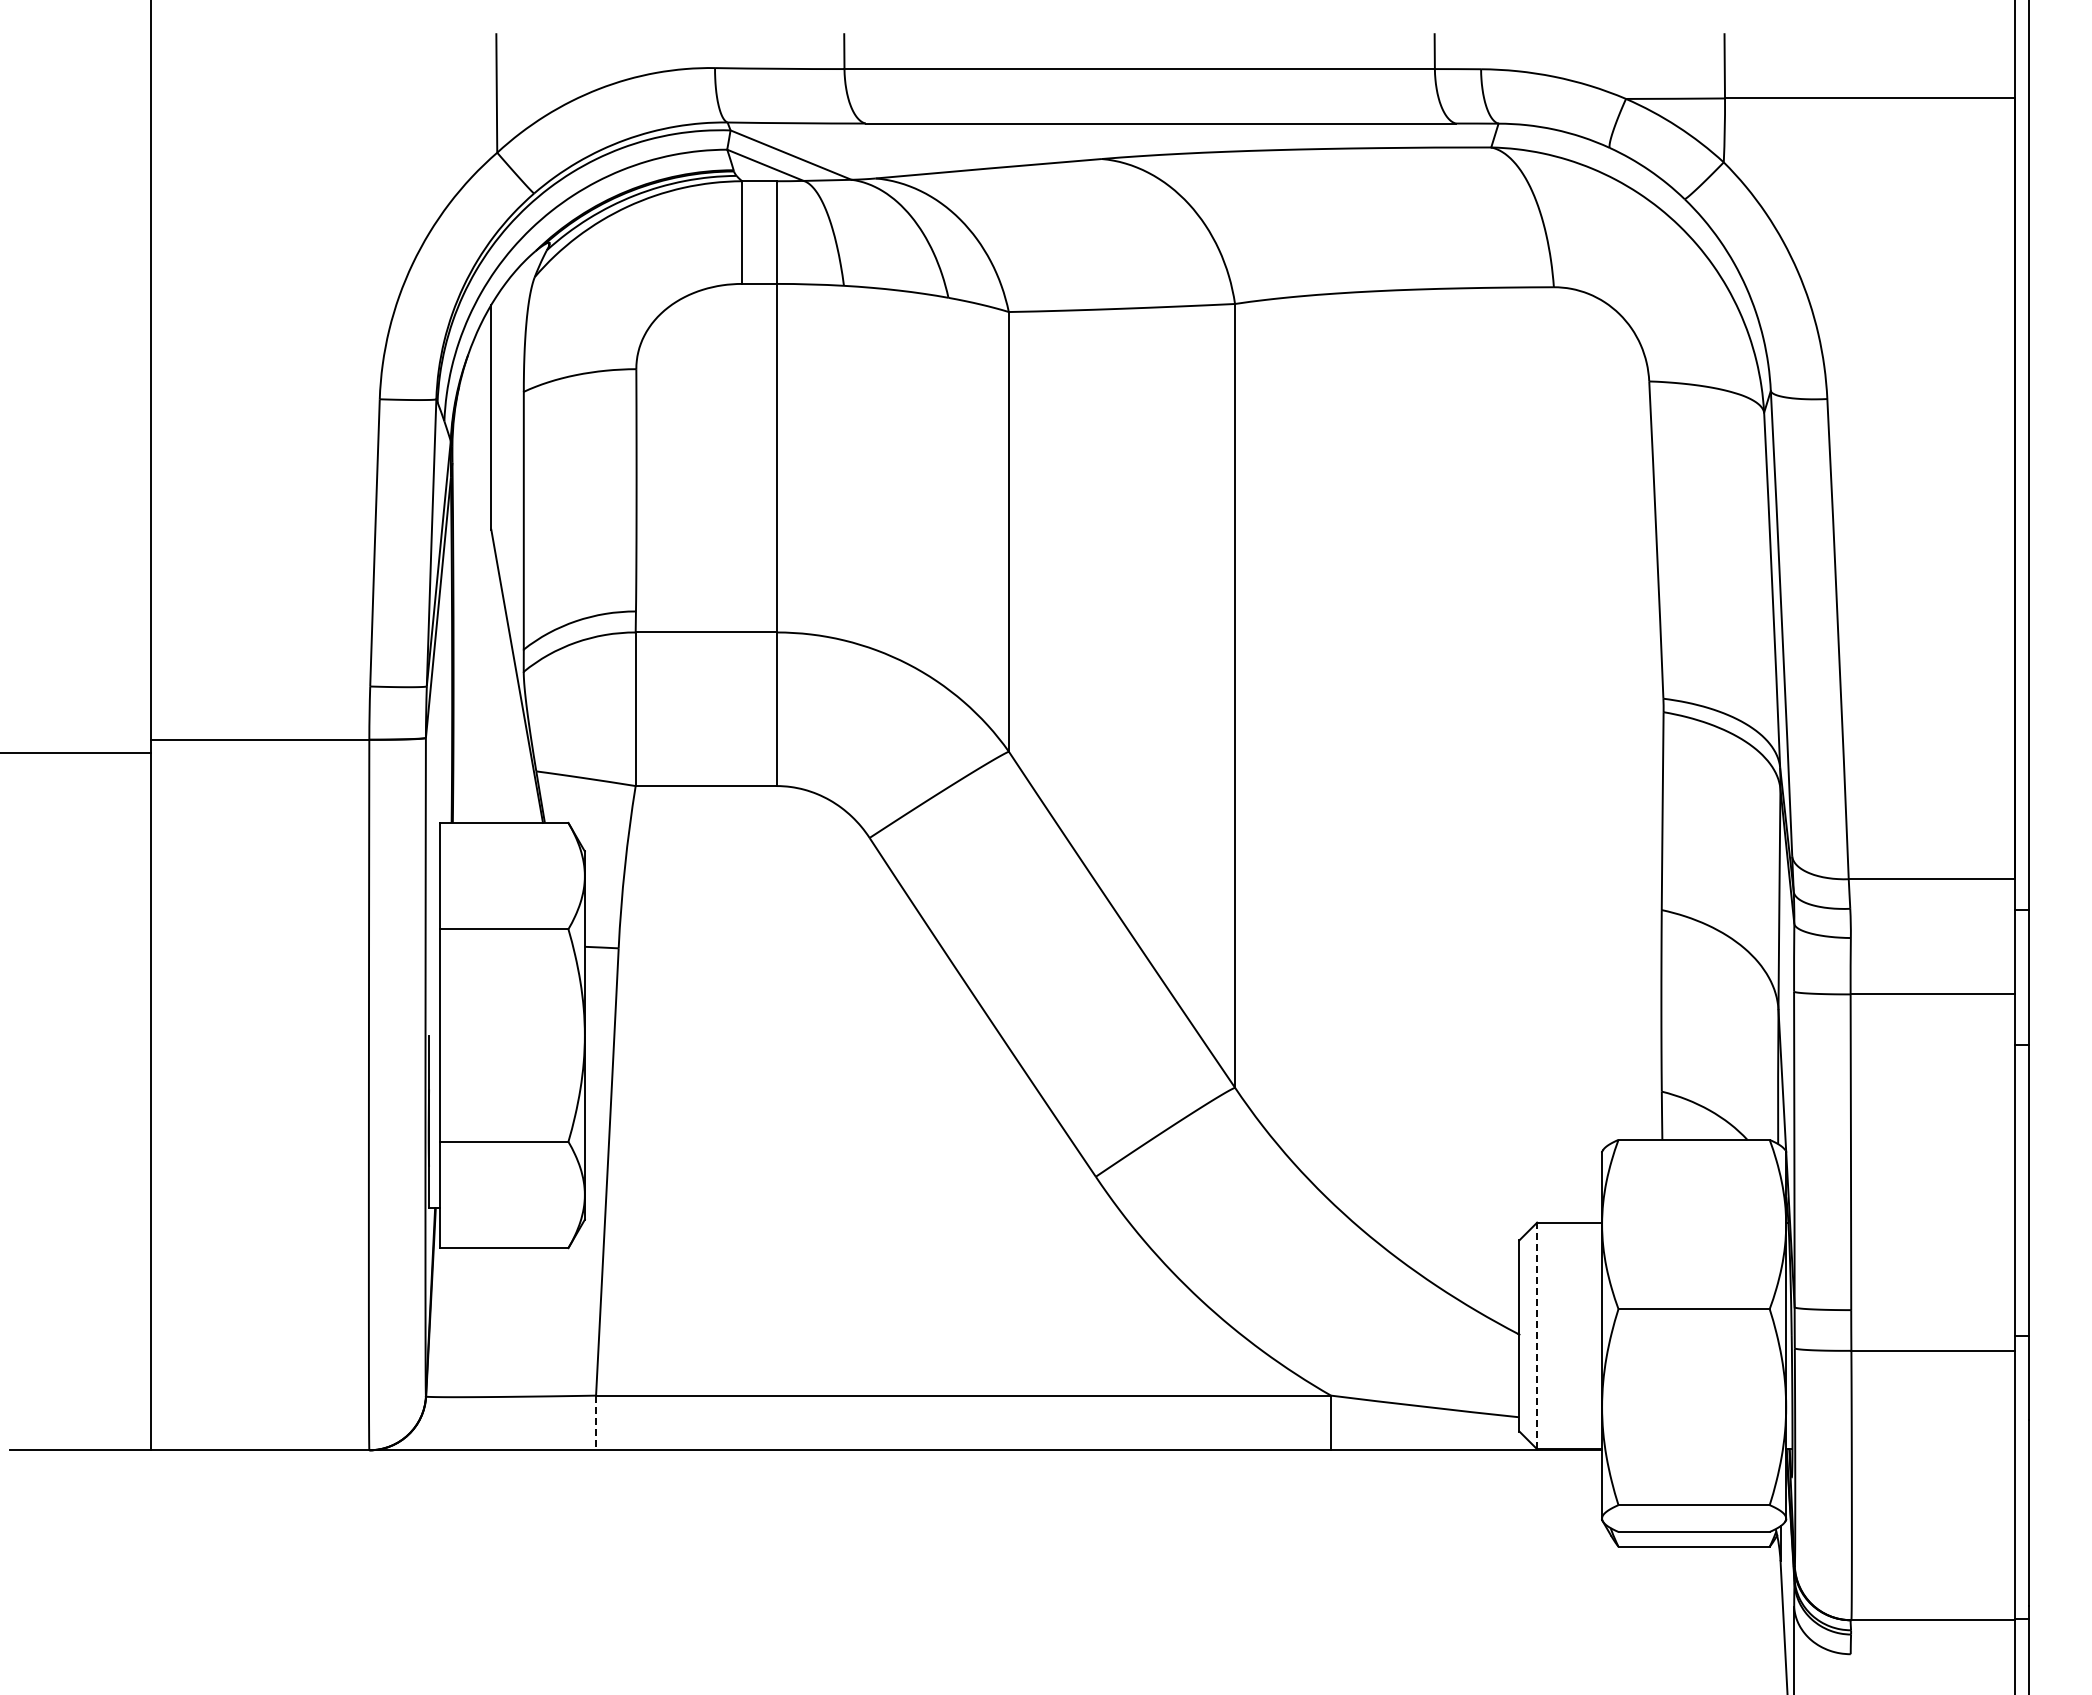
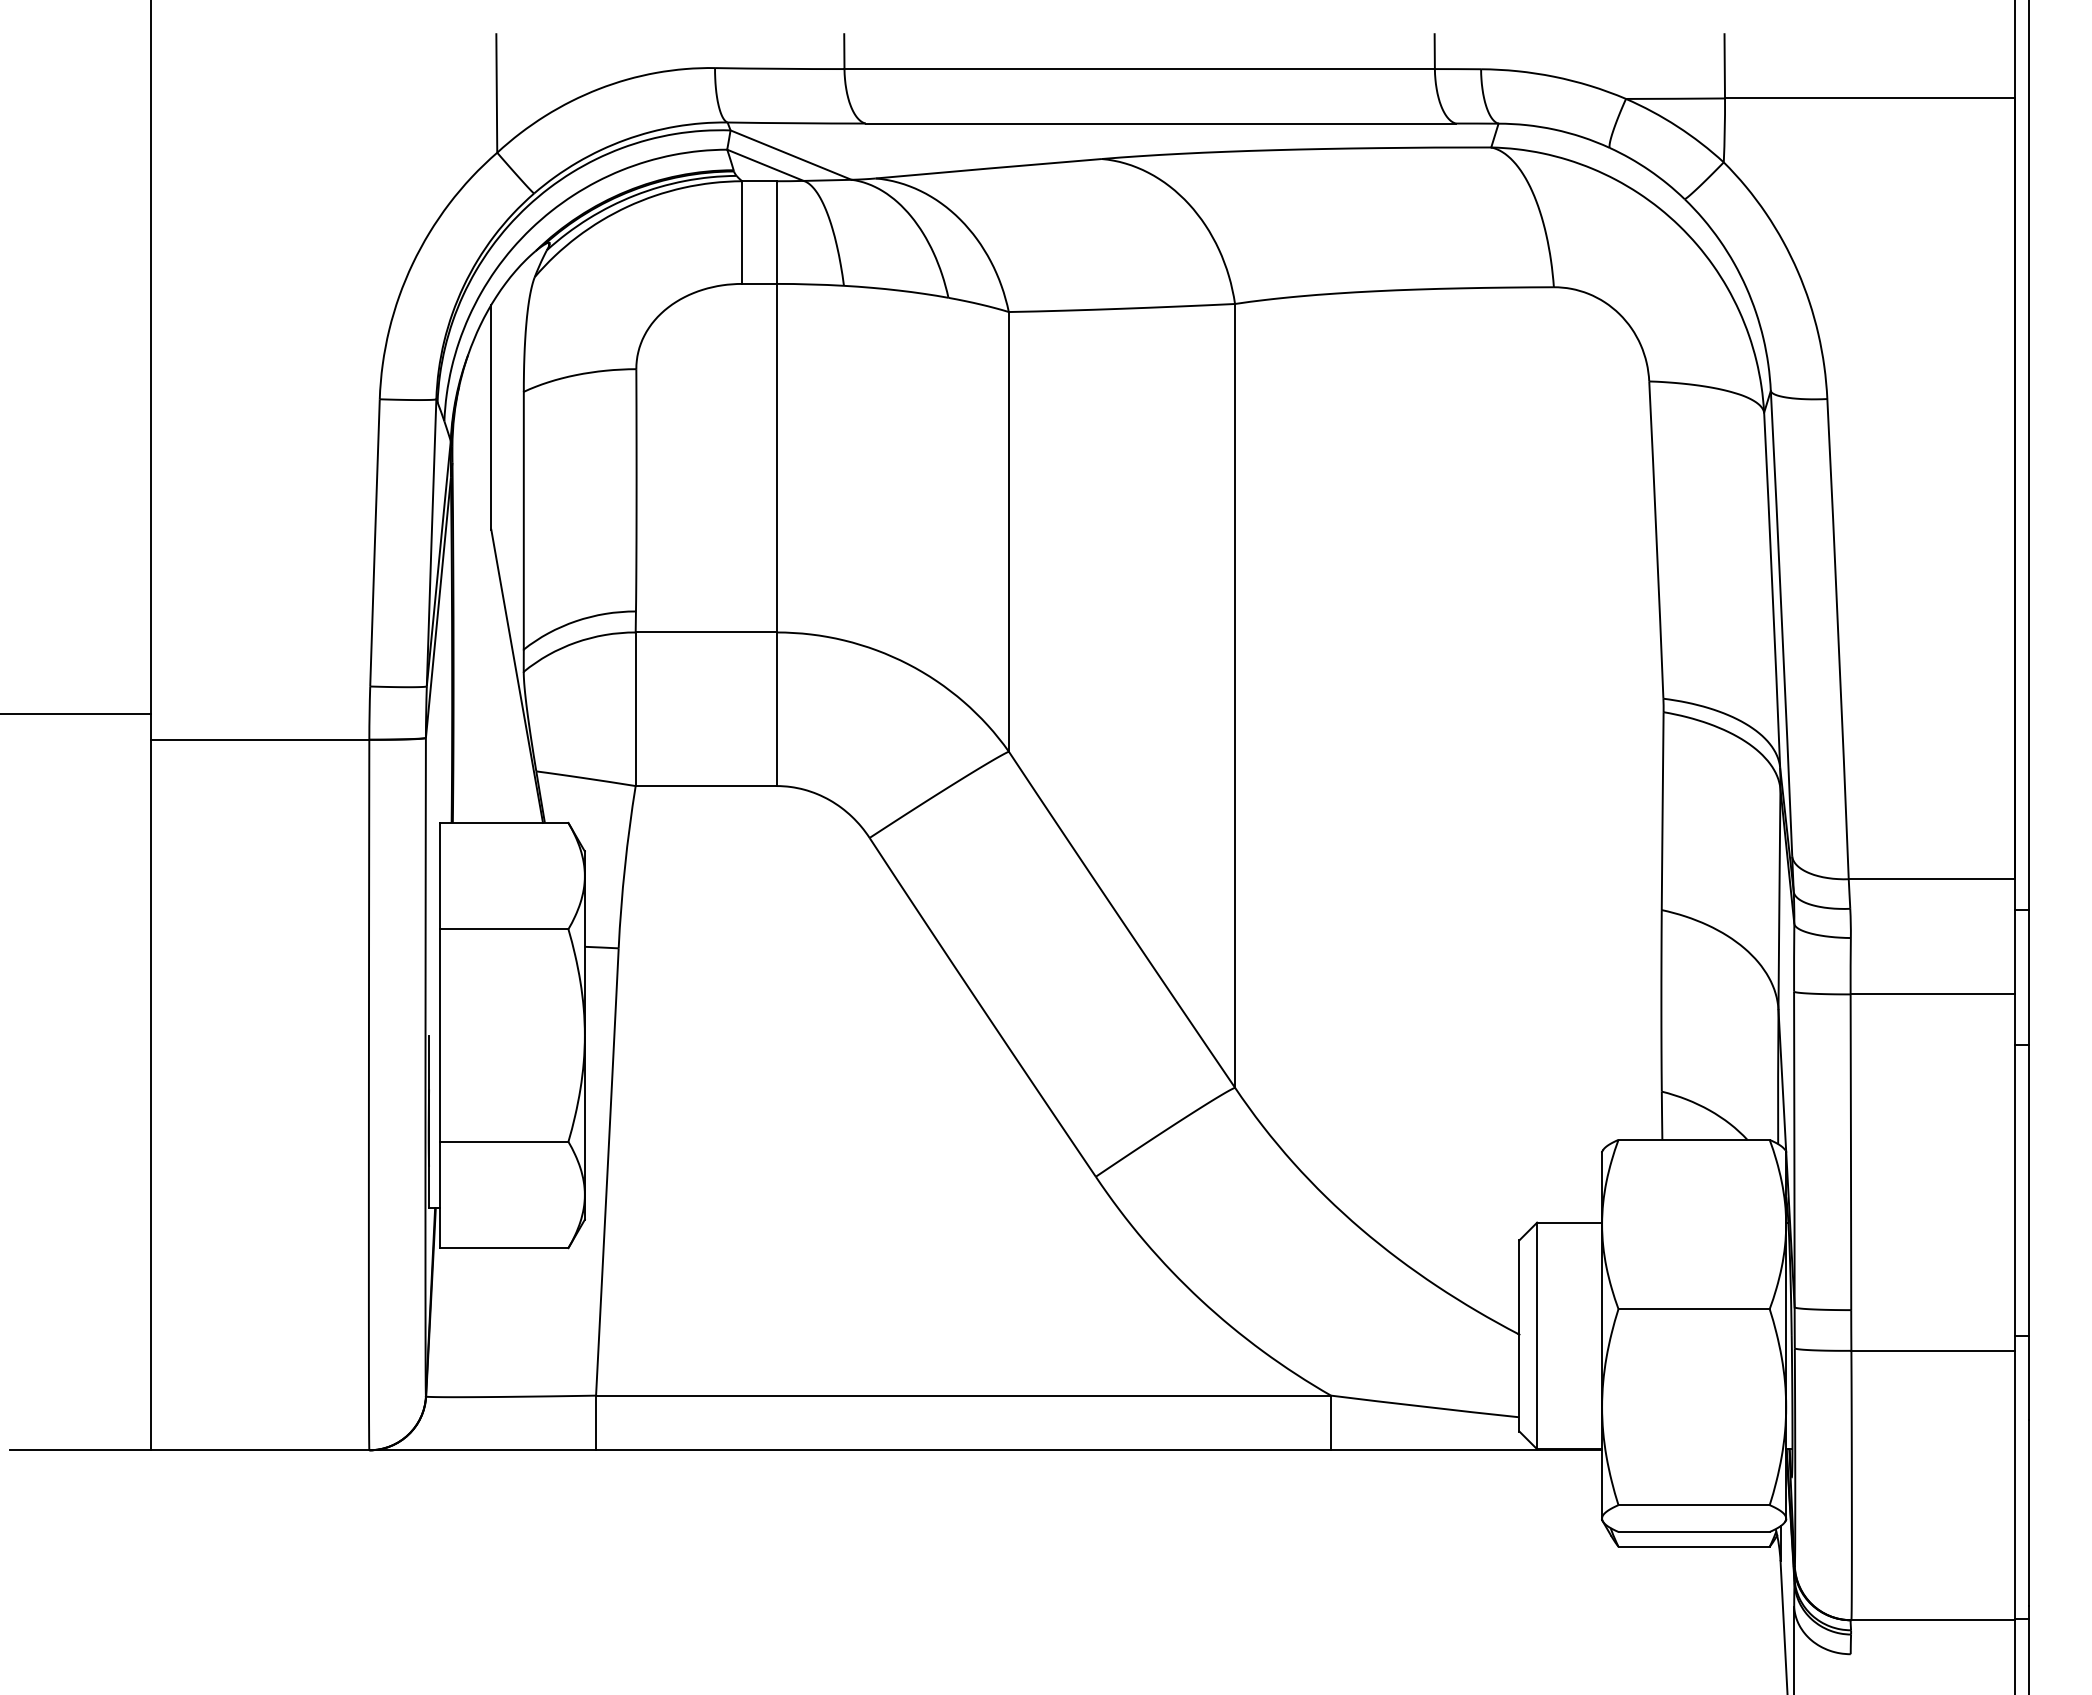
line at (76, 752) position: (76, 752) -> (76, 713)
line at (1537, 1335): dashed -> solid
line at (596, 1423): dashed -> solid
